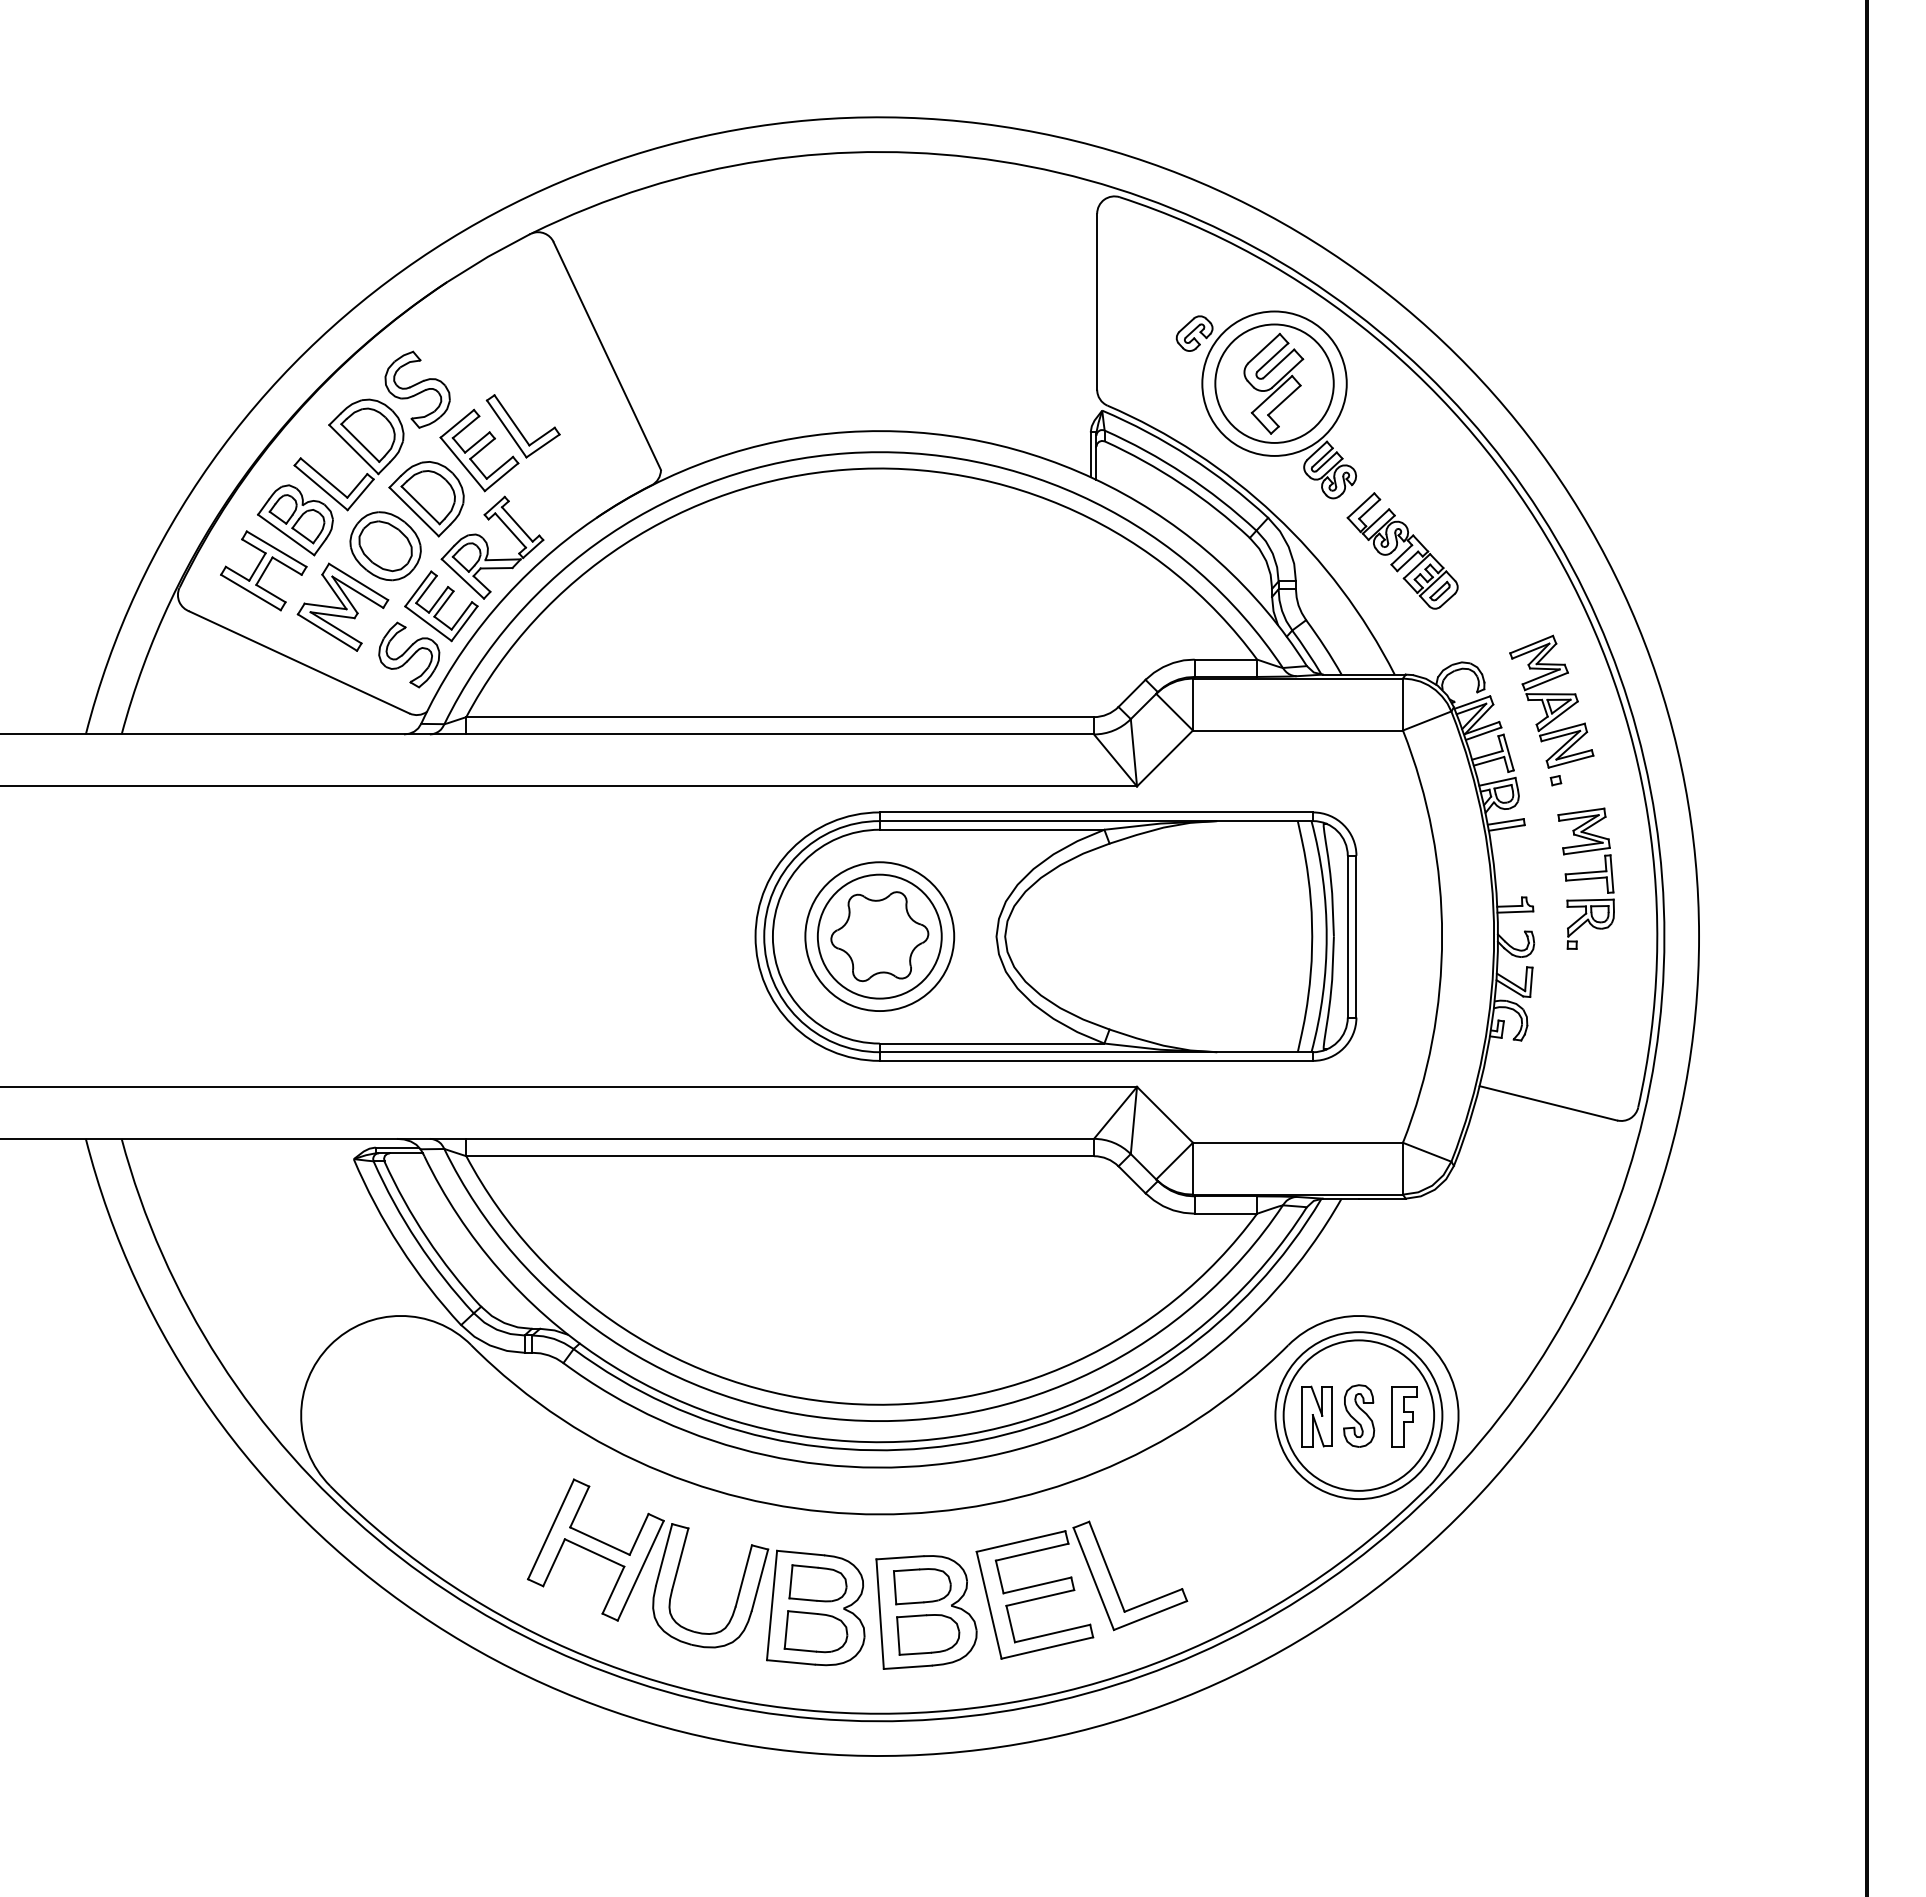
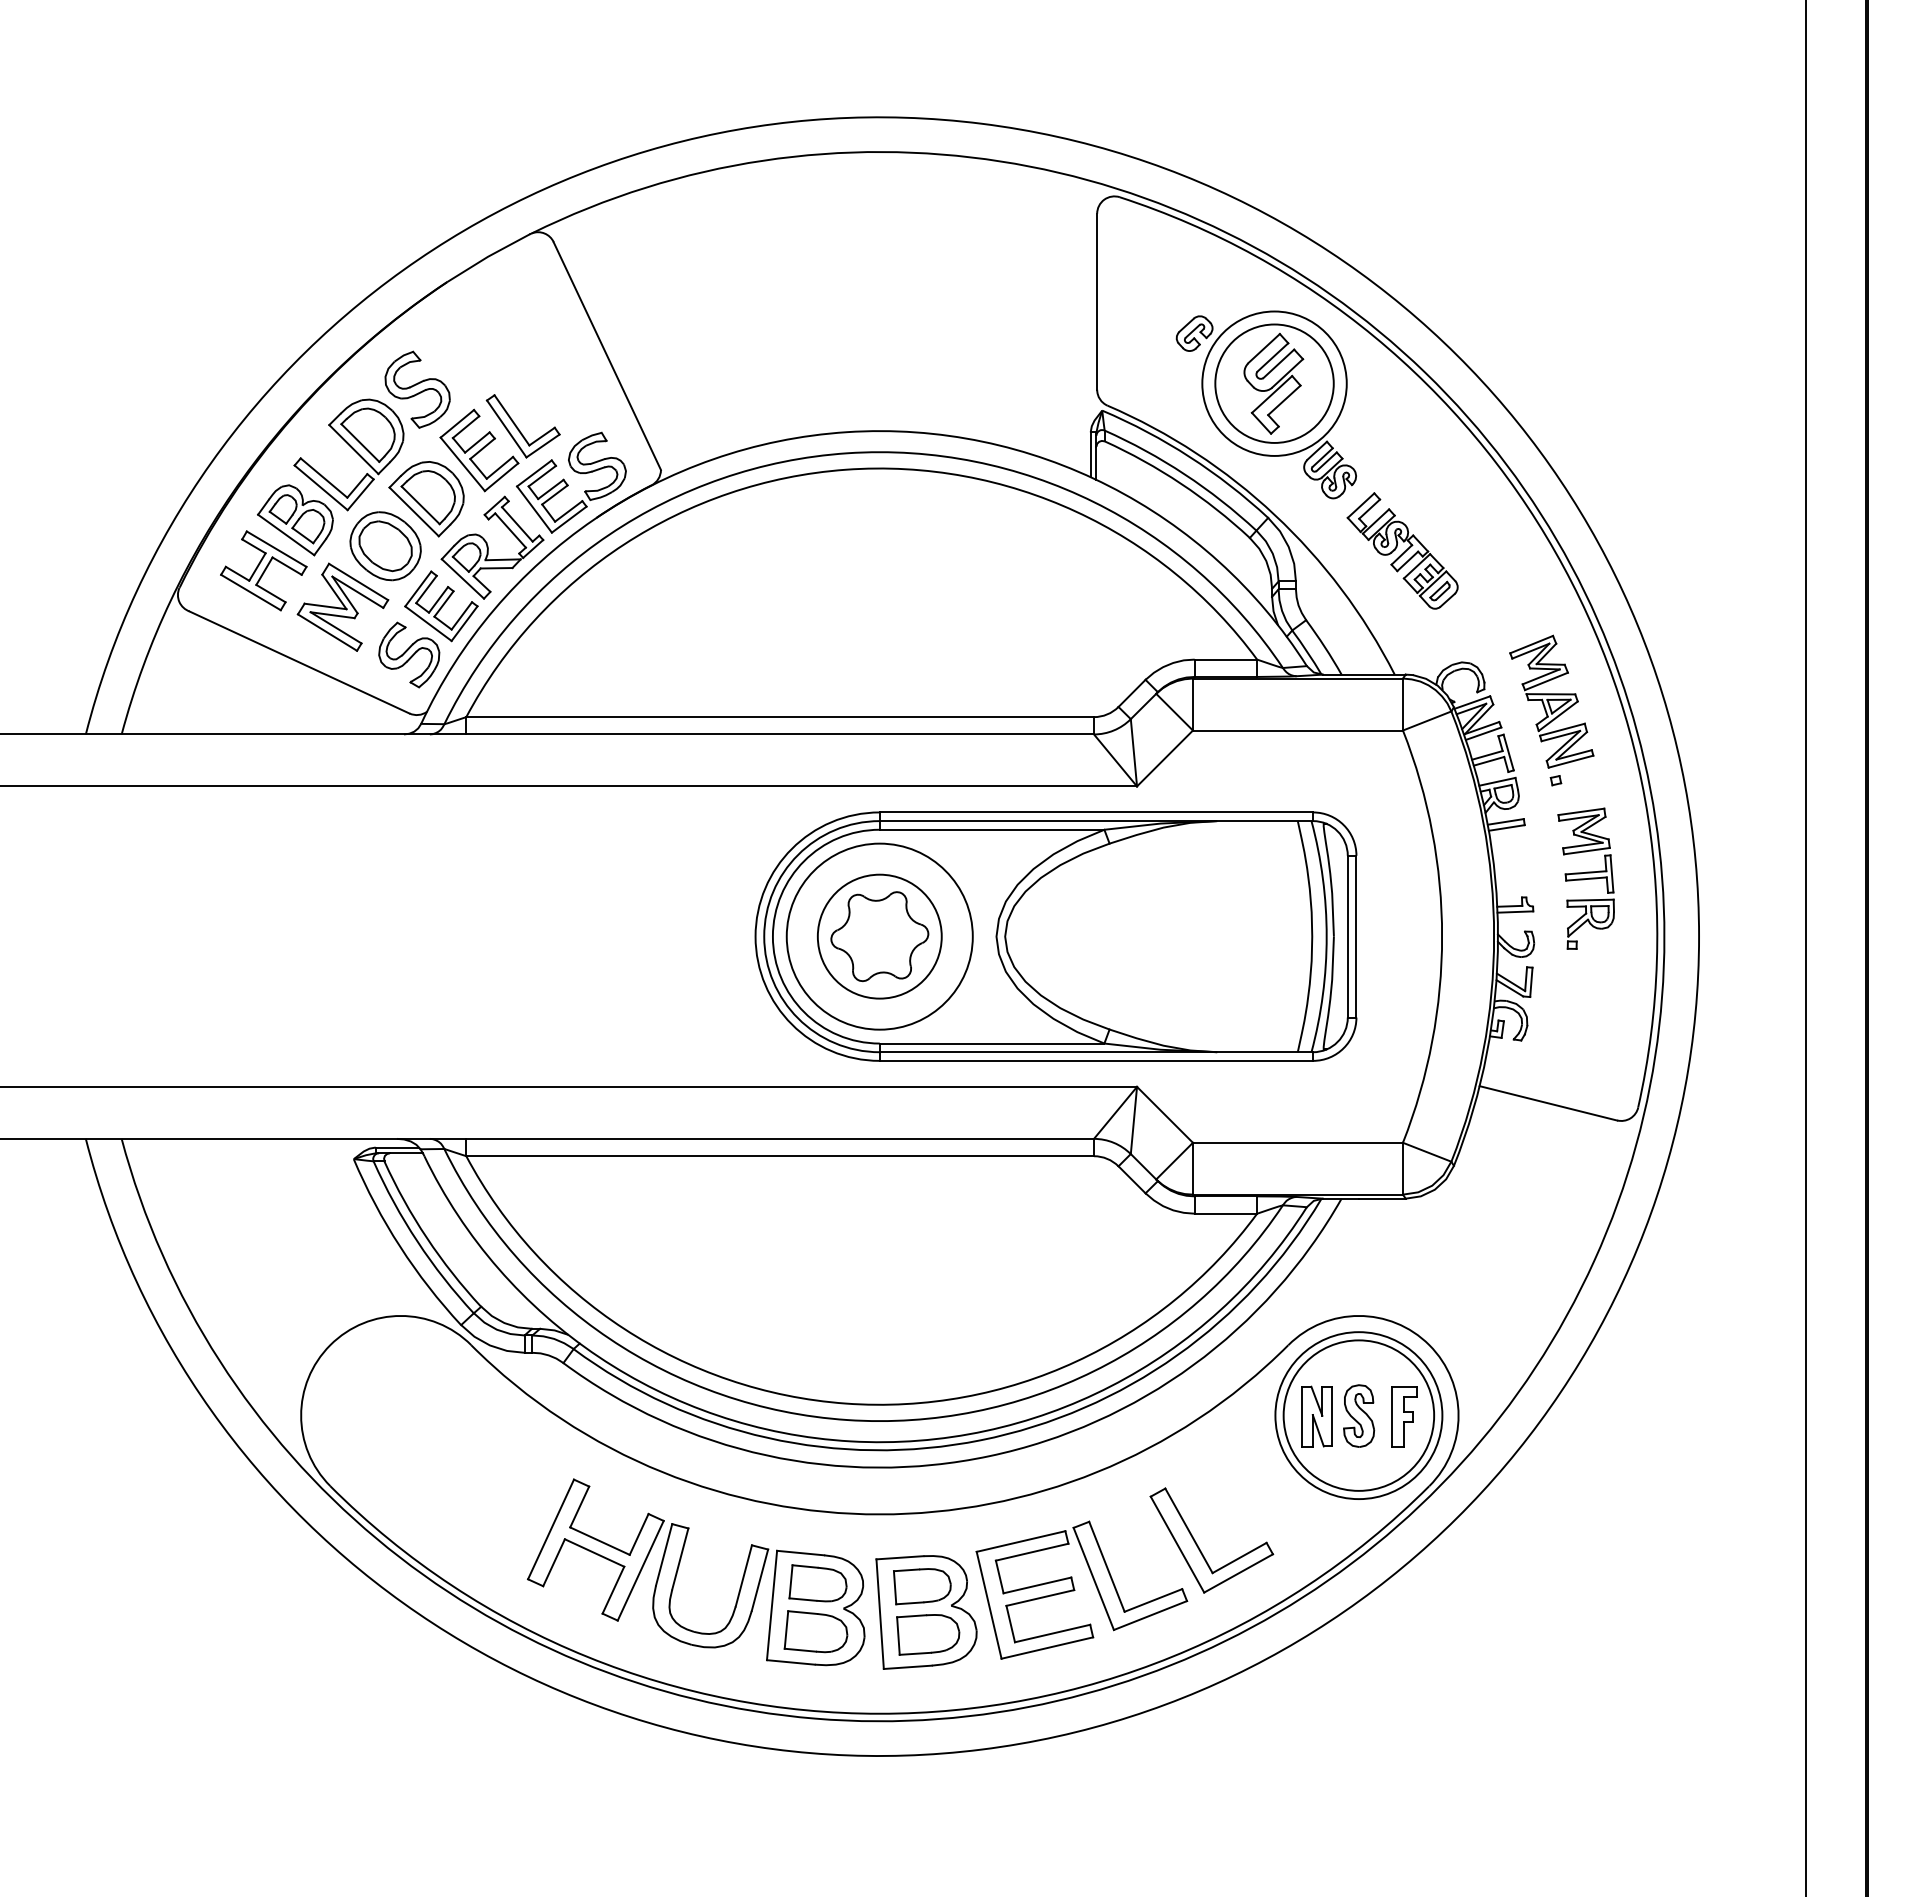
part at (570, 482): none -> present
circle at (879, 936) diameter: 149 px -> 186 px
line at (1805, 947): none -> present
part at (1199, 1547): none -> present
